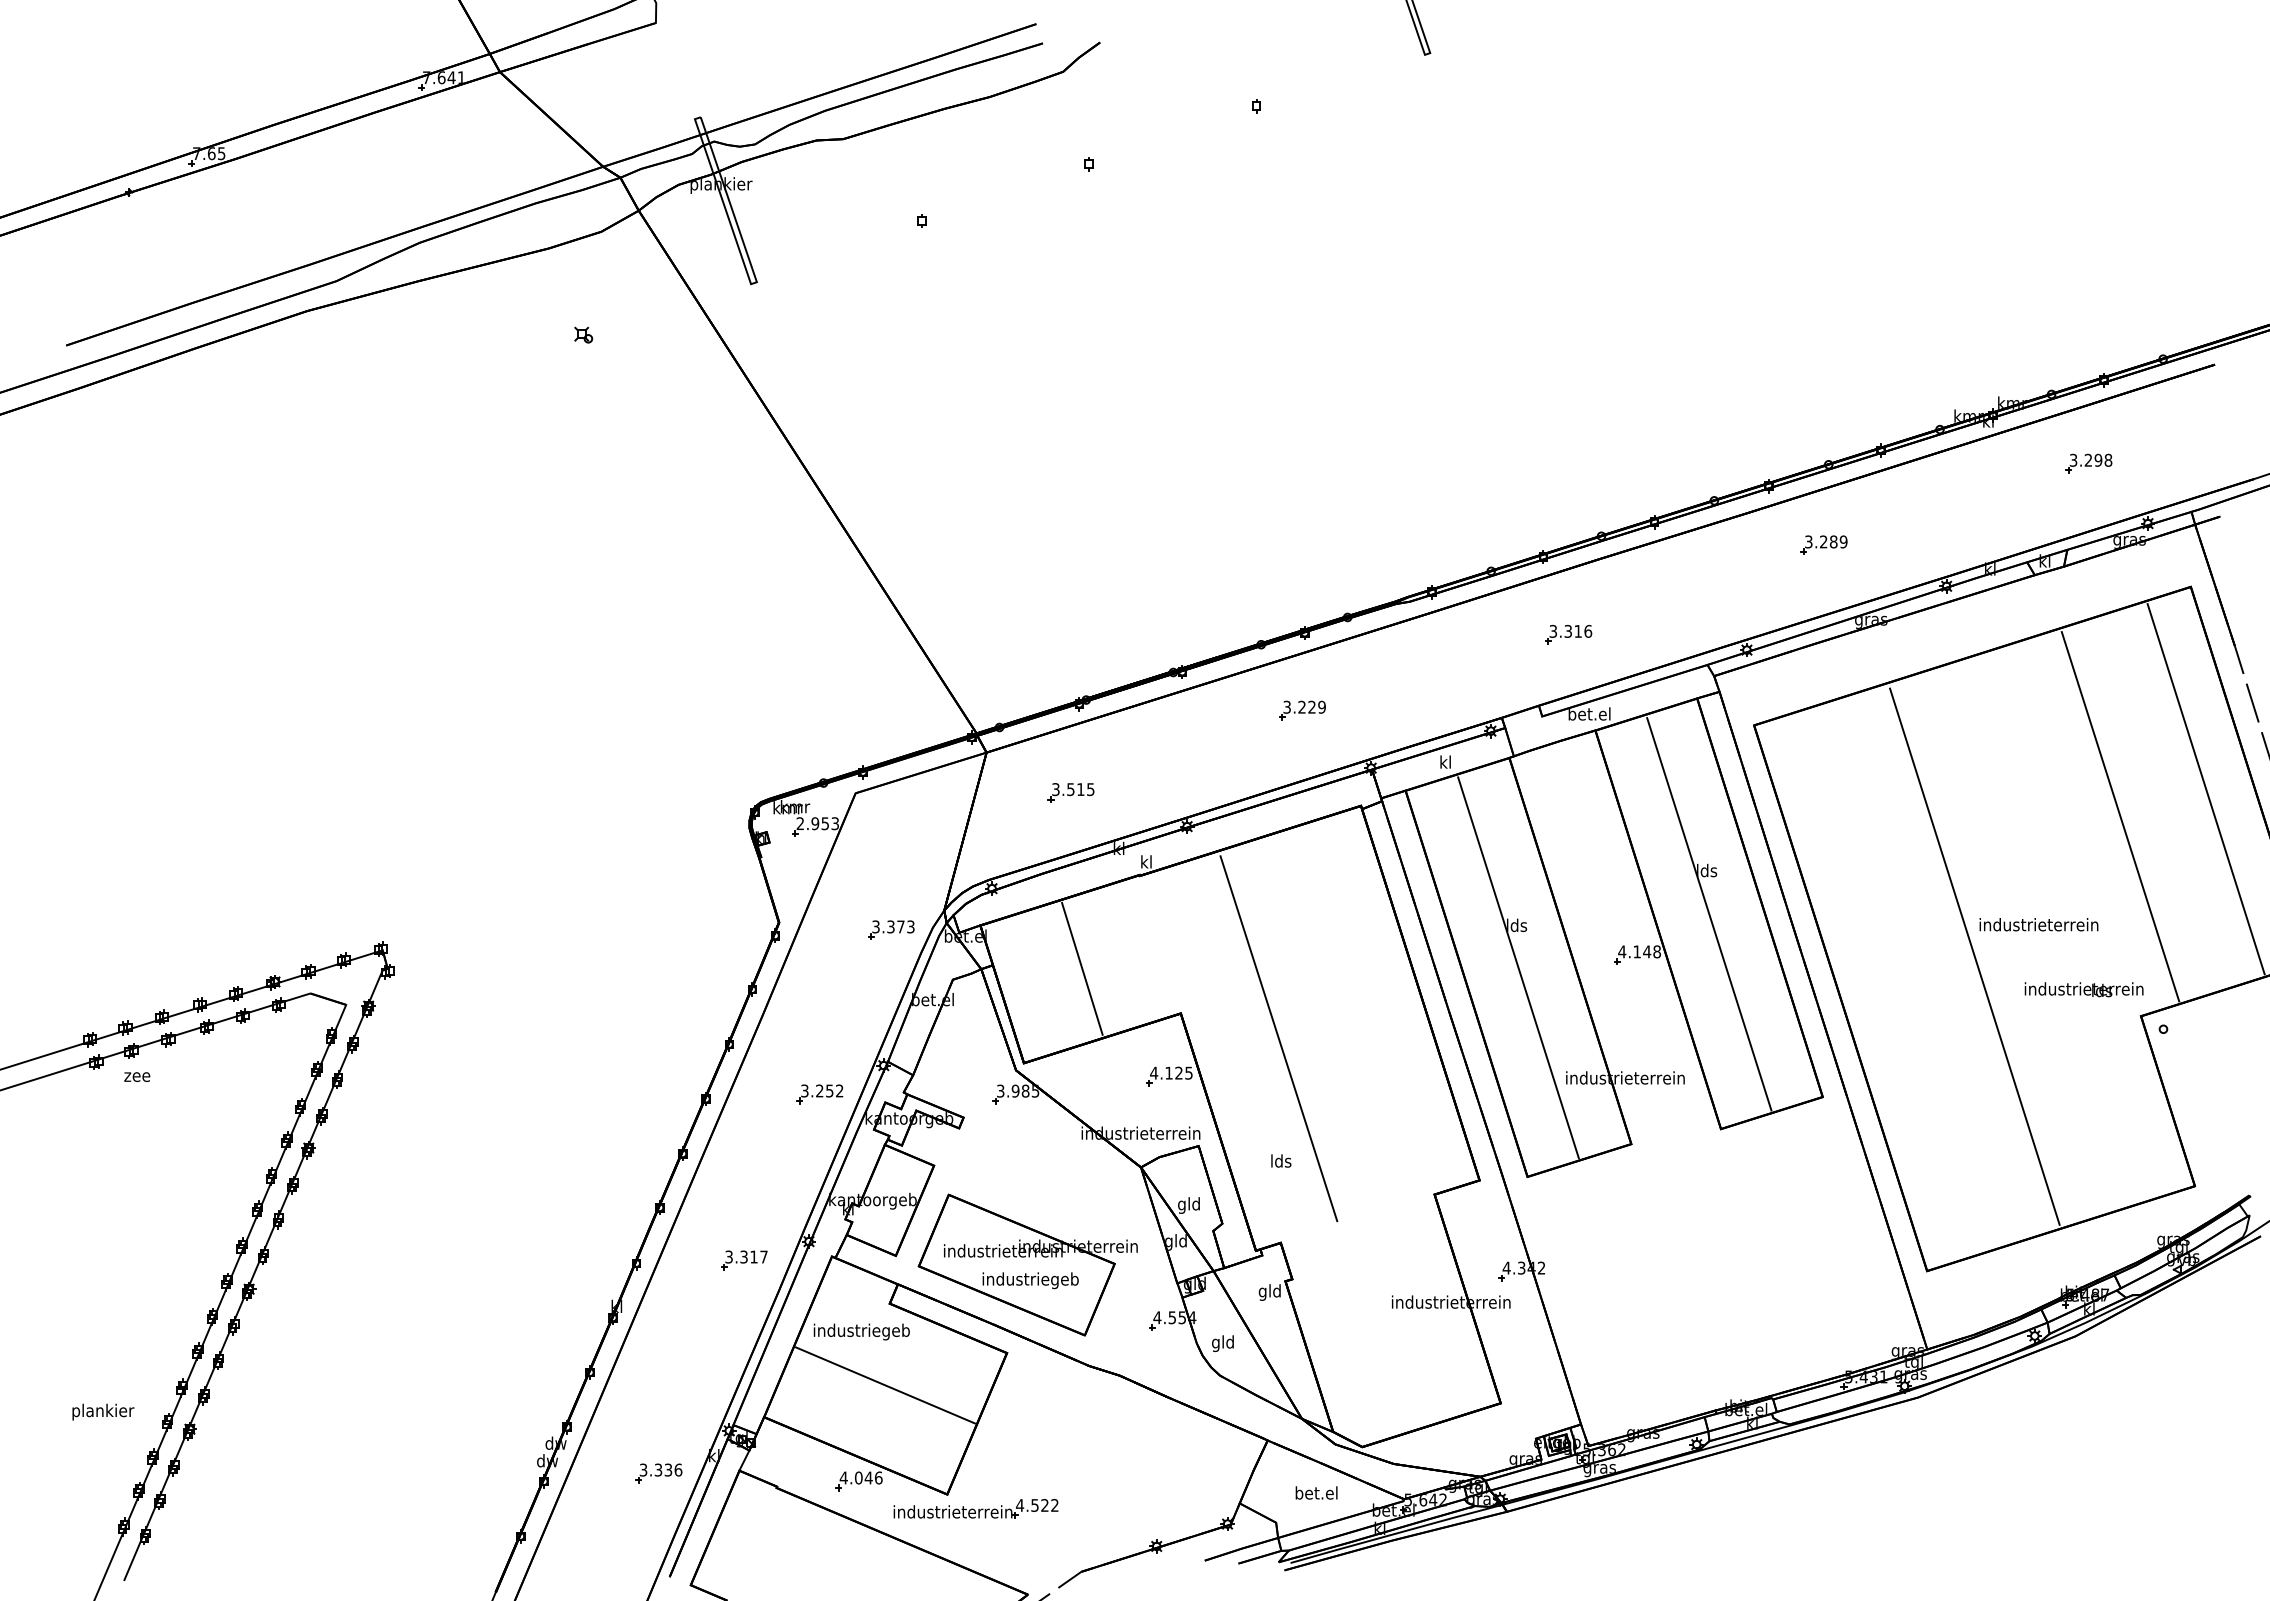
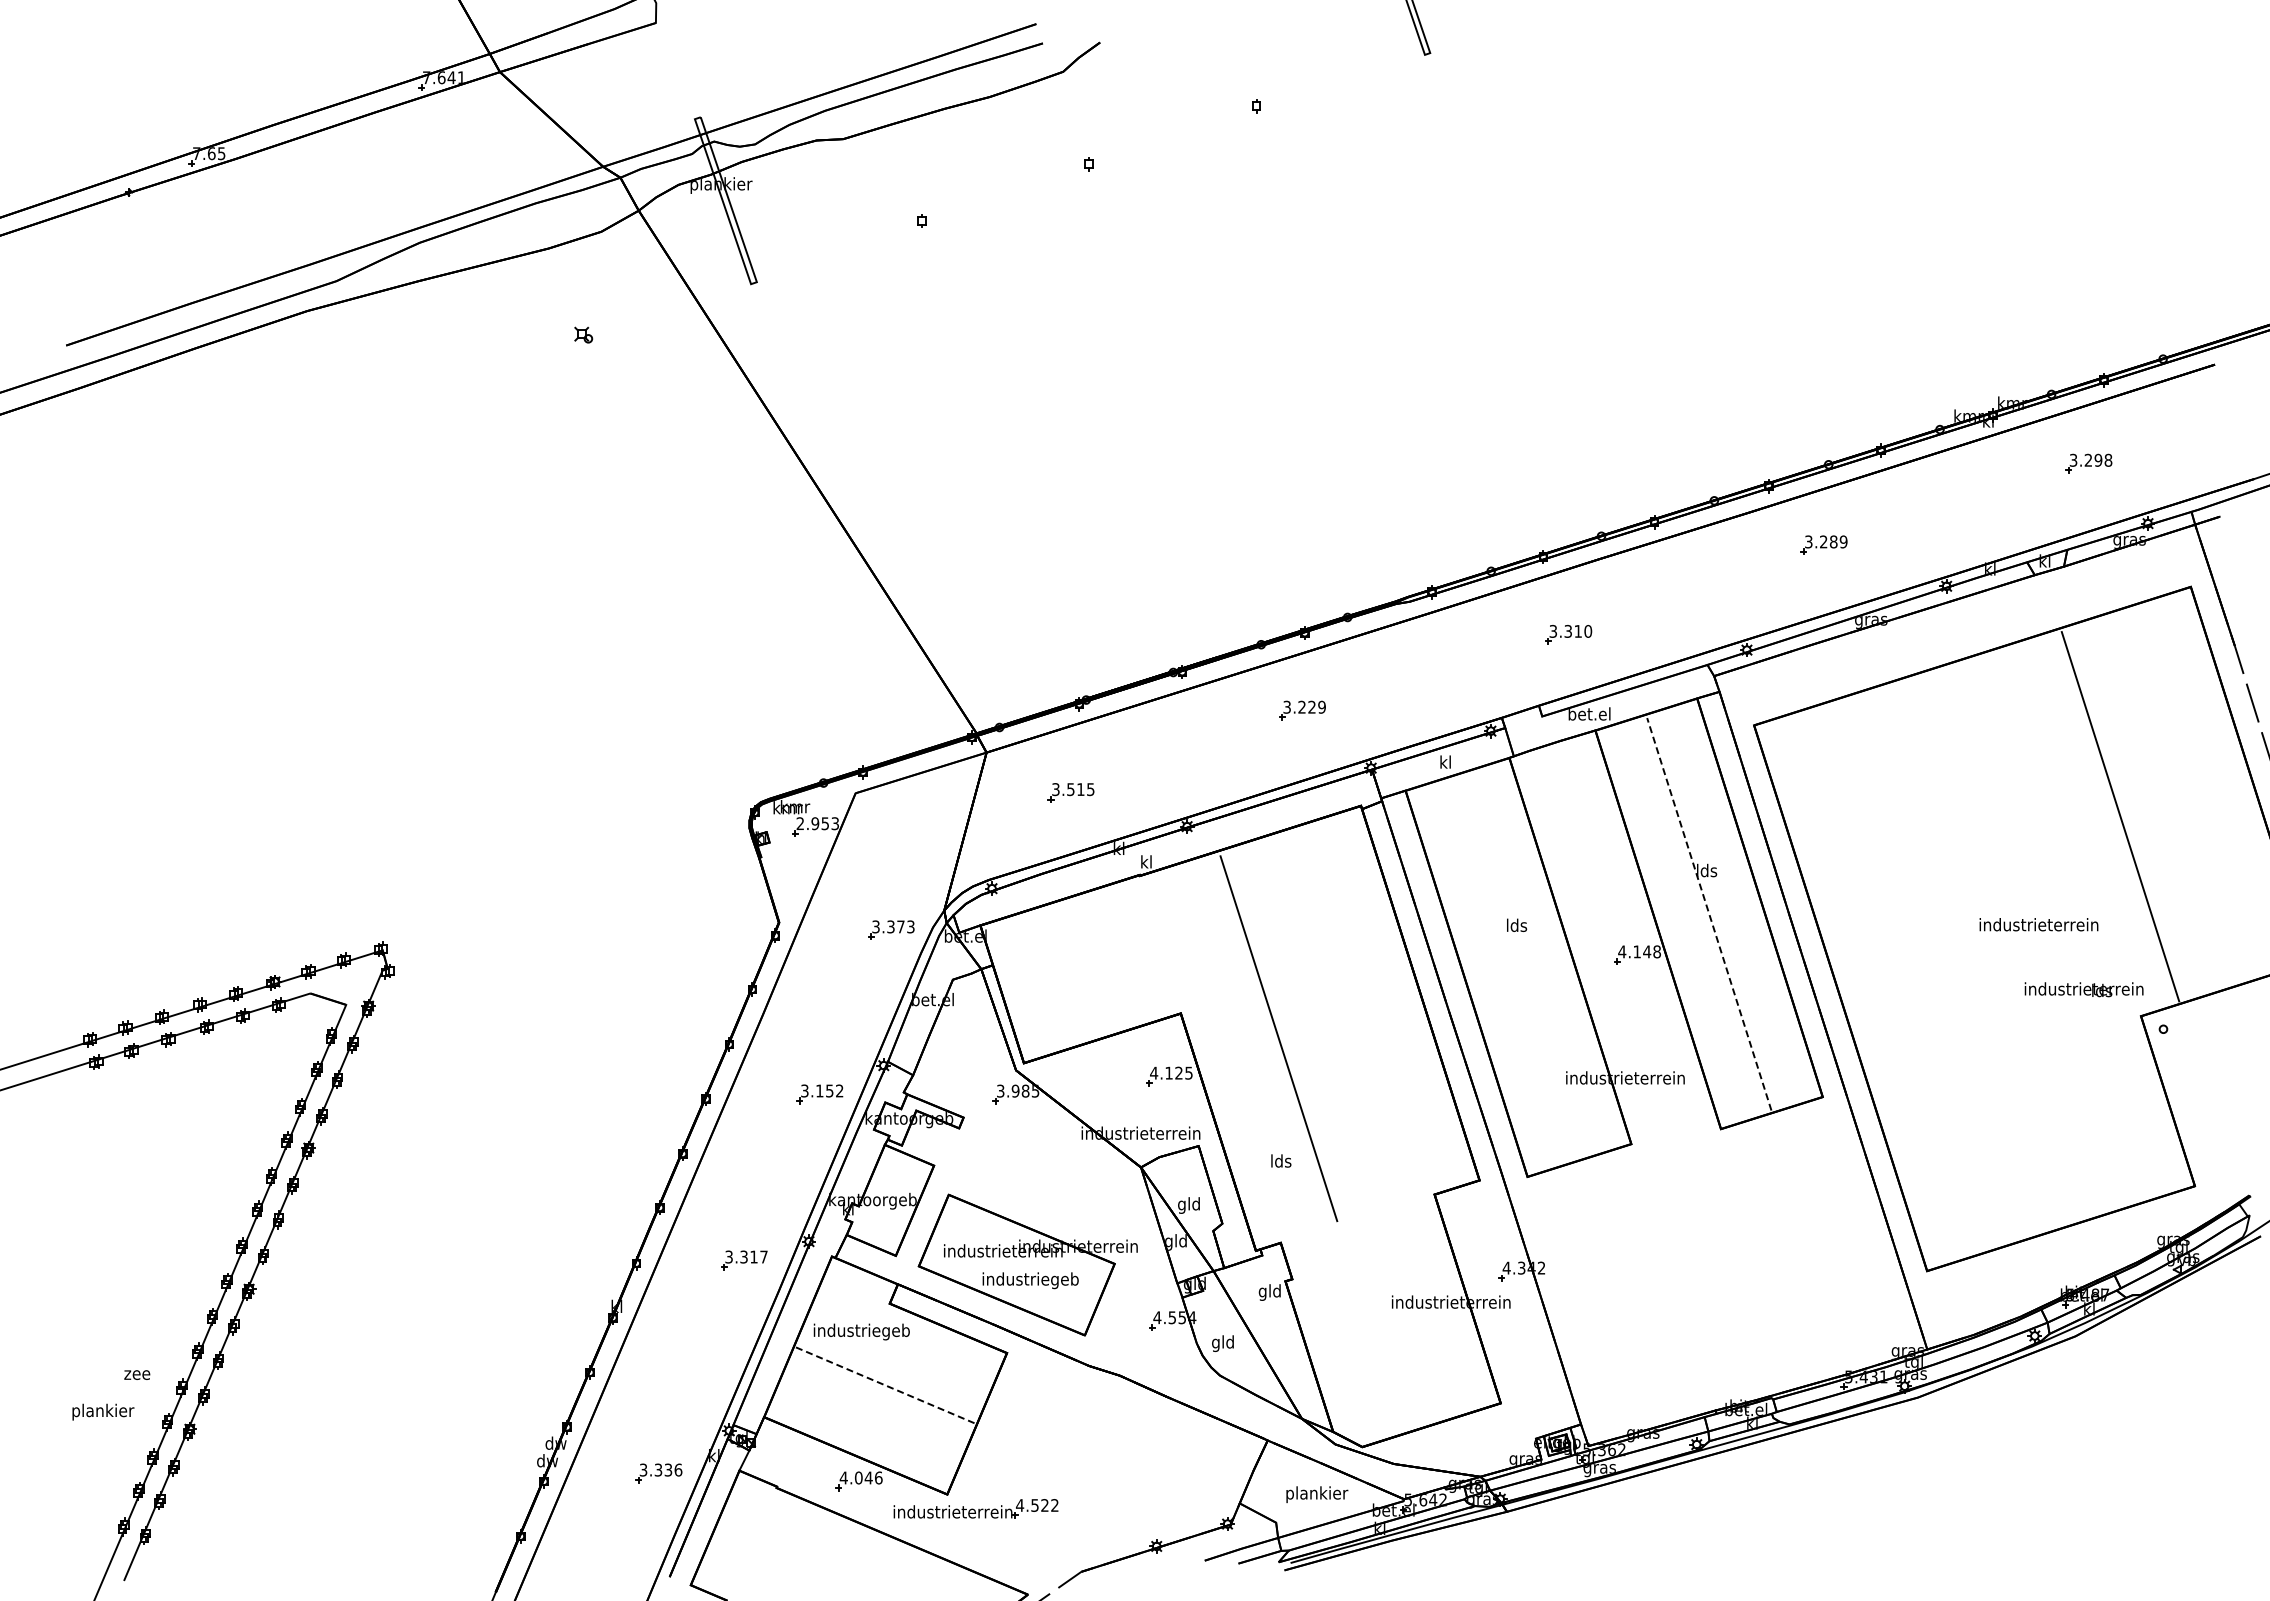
text at (1588, 630): 3.316 -> 3.310
line at (2205, 789): present -> none
line at (1709, 914): solid -> dashed
line at (1974, 956): present -> none
line at (1518, 967): present -> none
line at (1082, 968): present -> none
text at (137, 1076) position: (137, 1076) -> (137, 1374)
text at (819, 1090): 3.252 -> 3.152
line at (885, 1385): solid -> dashed
text at (1317, 1494): bet.el -> plankier
